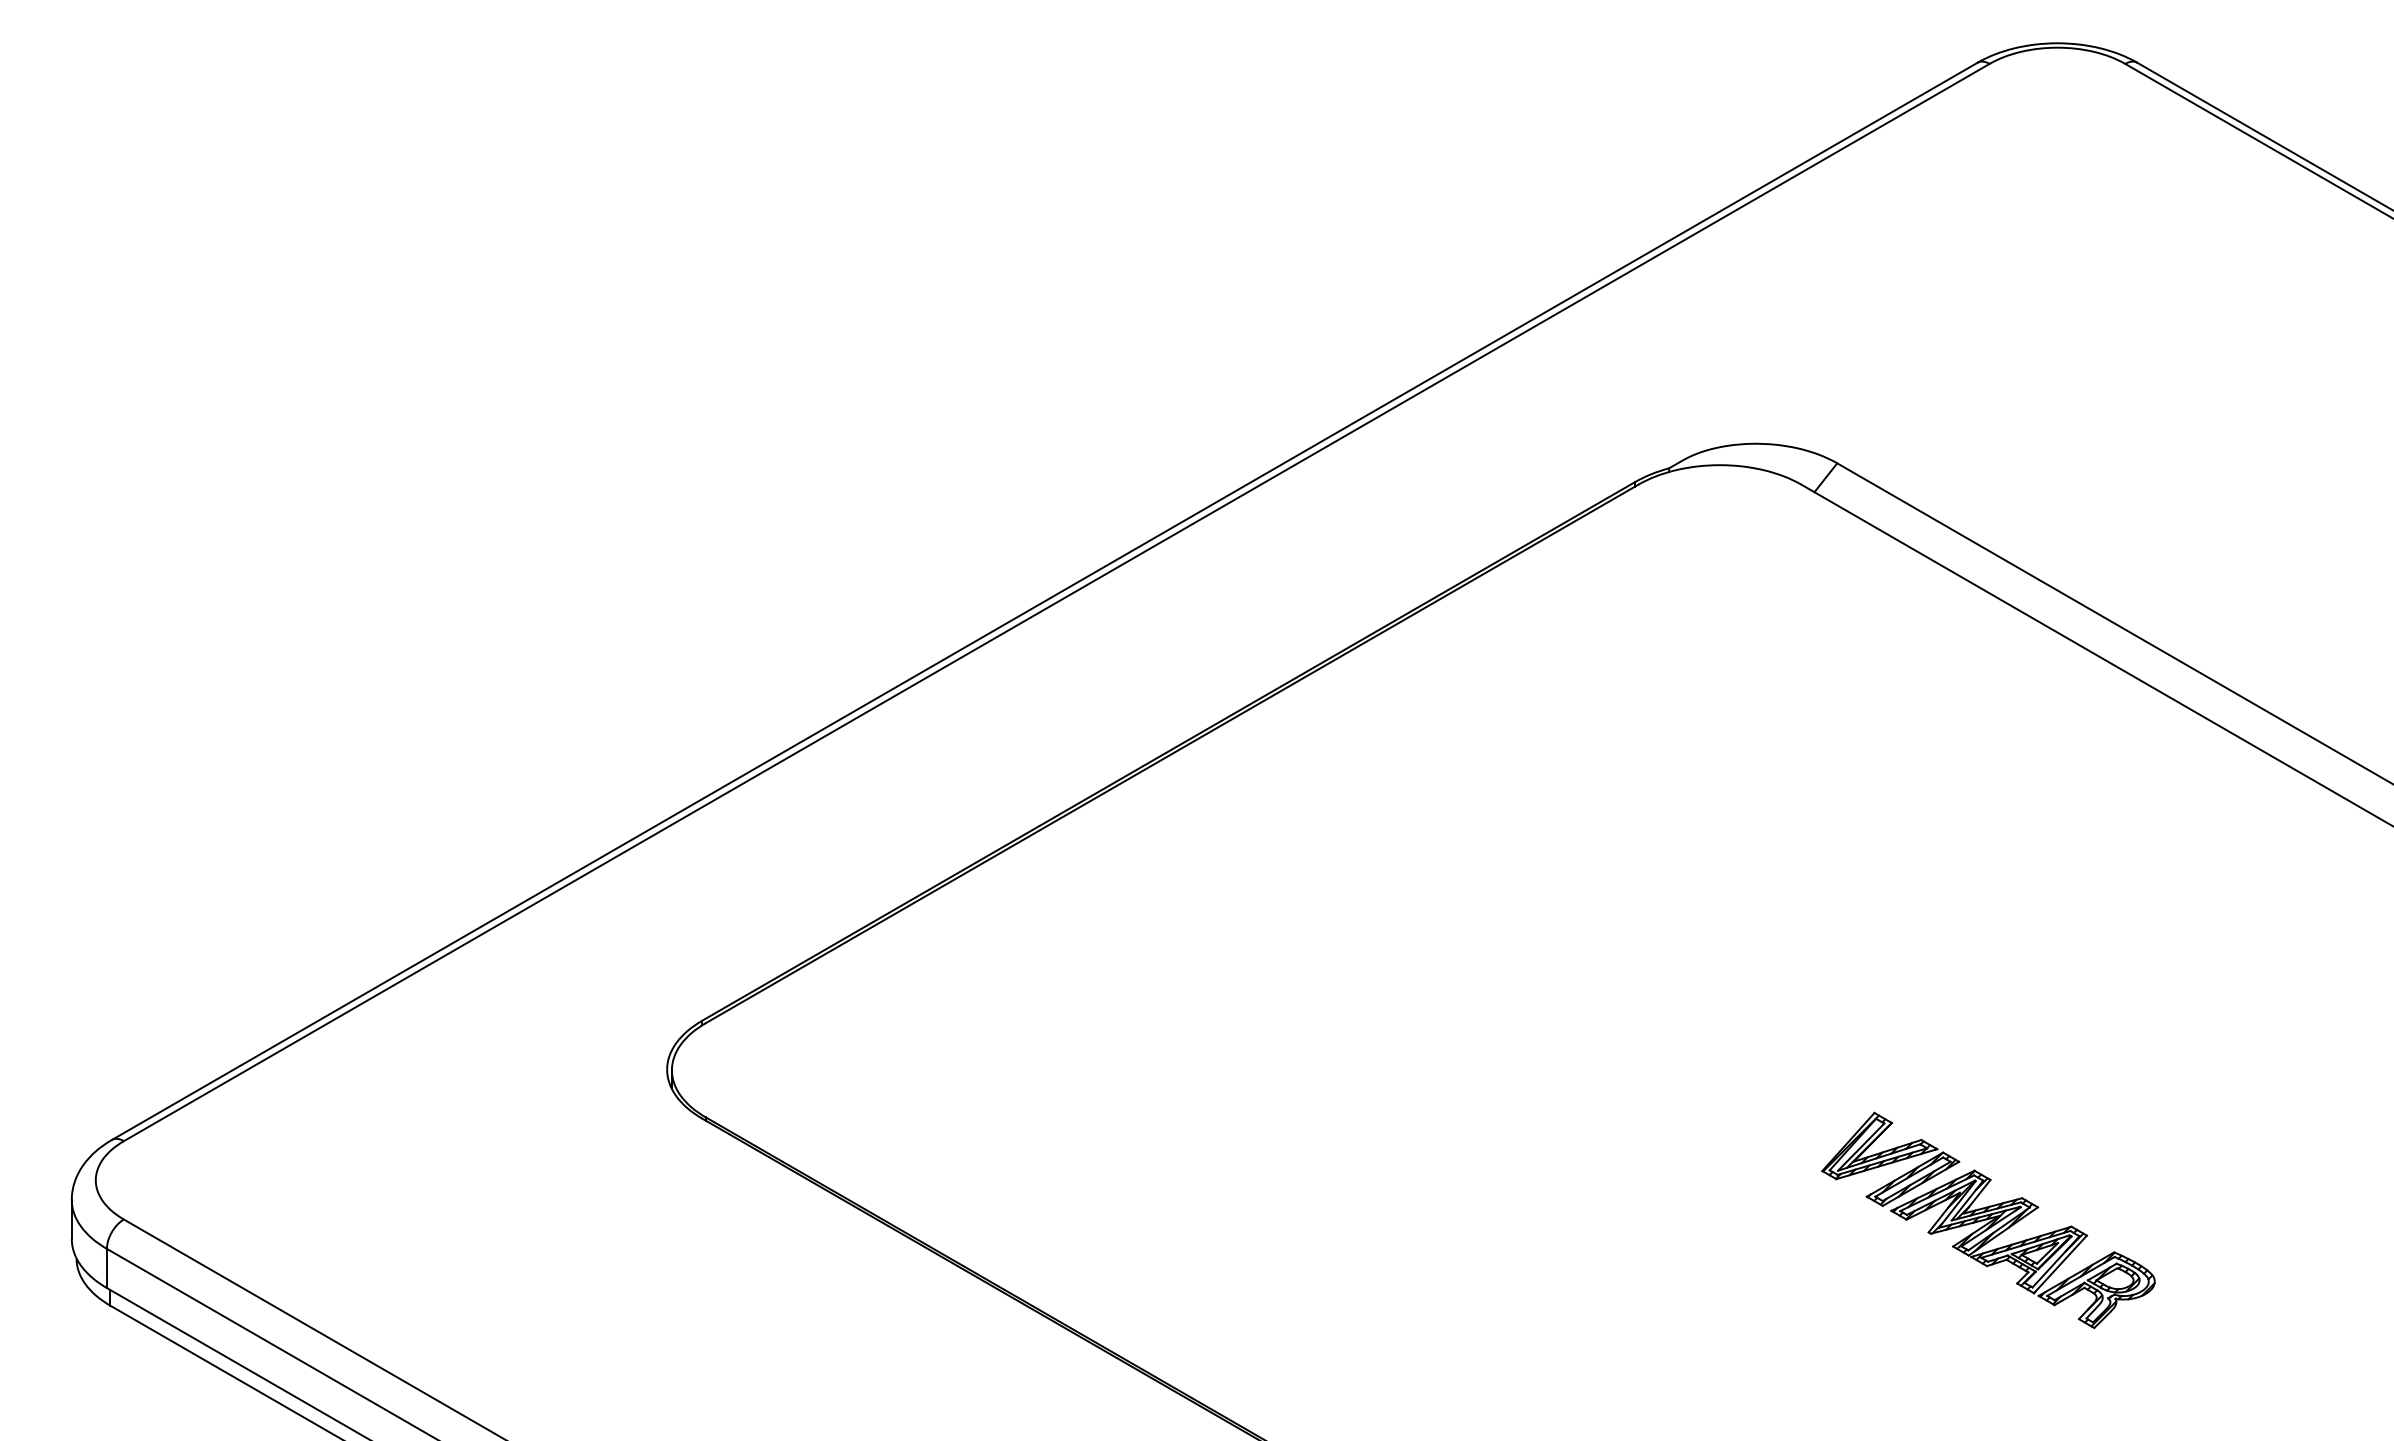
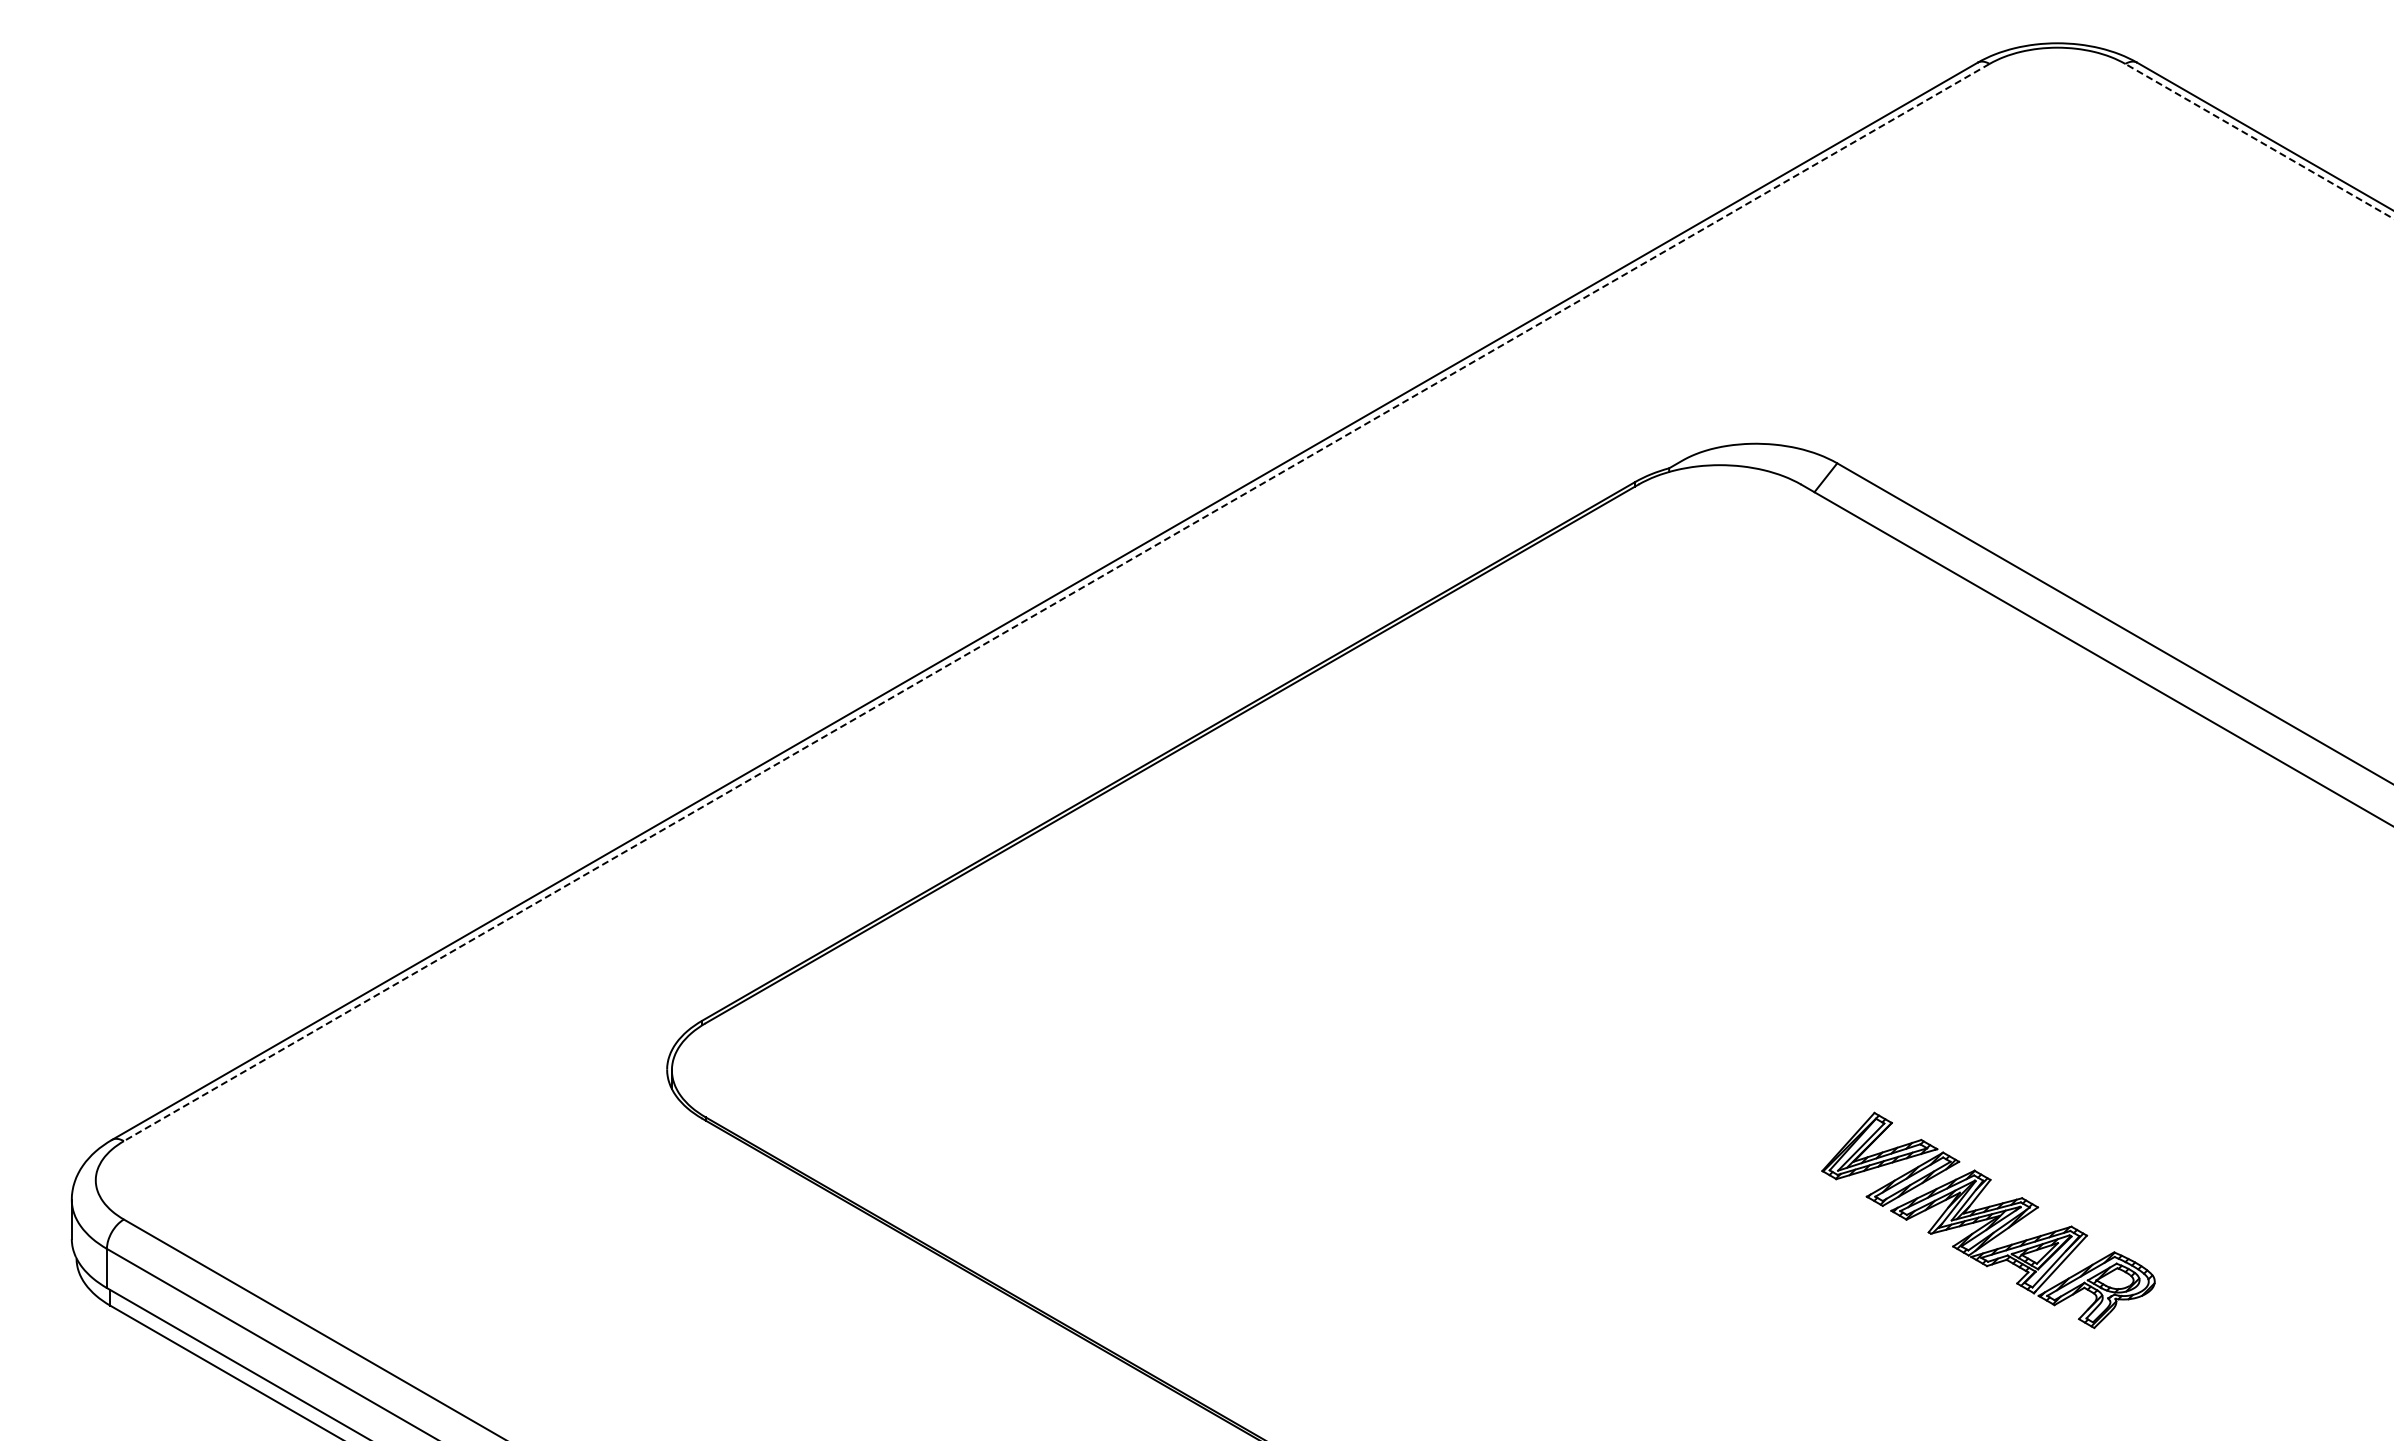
line at (2259, 141): solid -> dashed
line at (1056, 602): solid -> dashed
